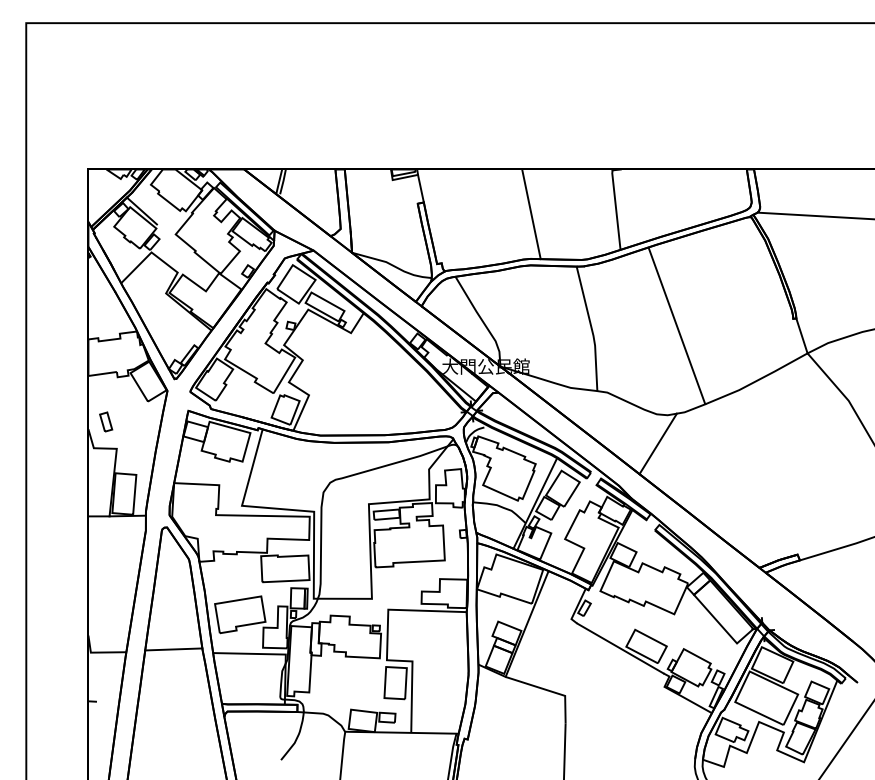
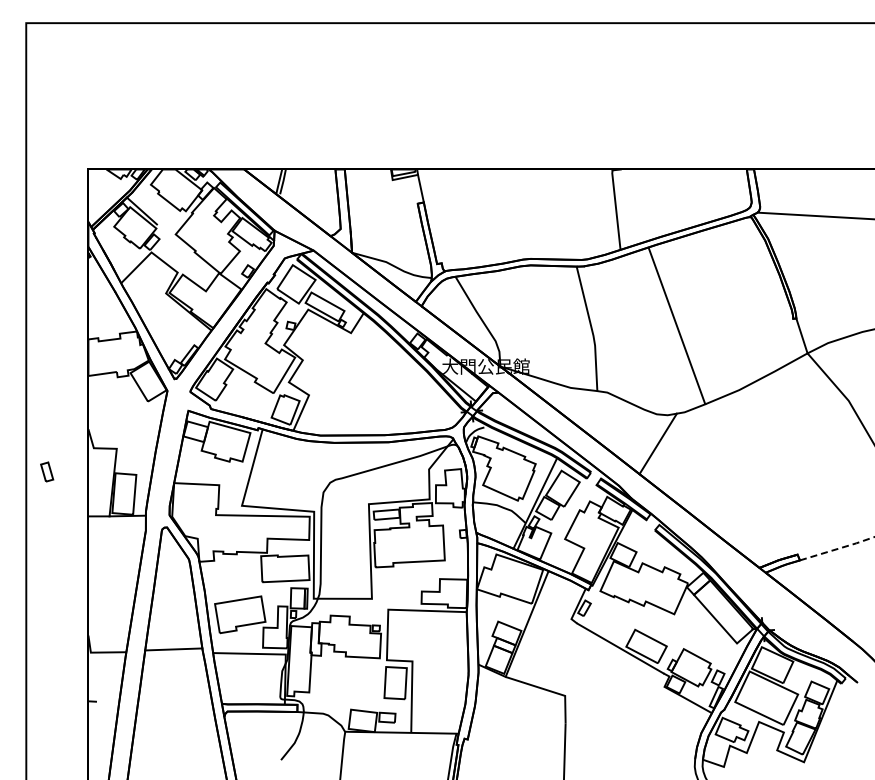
line at (531, 214): present -> none
part at (106, 421) position: (106, 421) -> (47, 471)
line at (838, 548): solid -> dashed
line at (846, 740): present -> none
